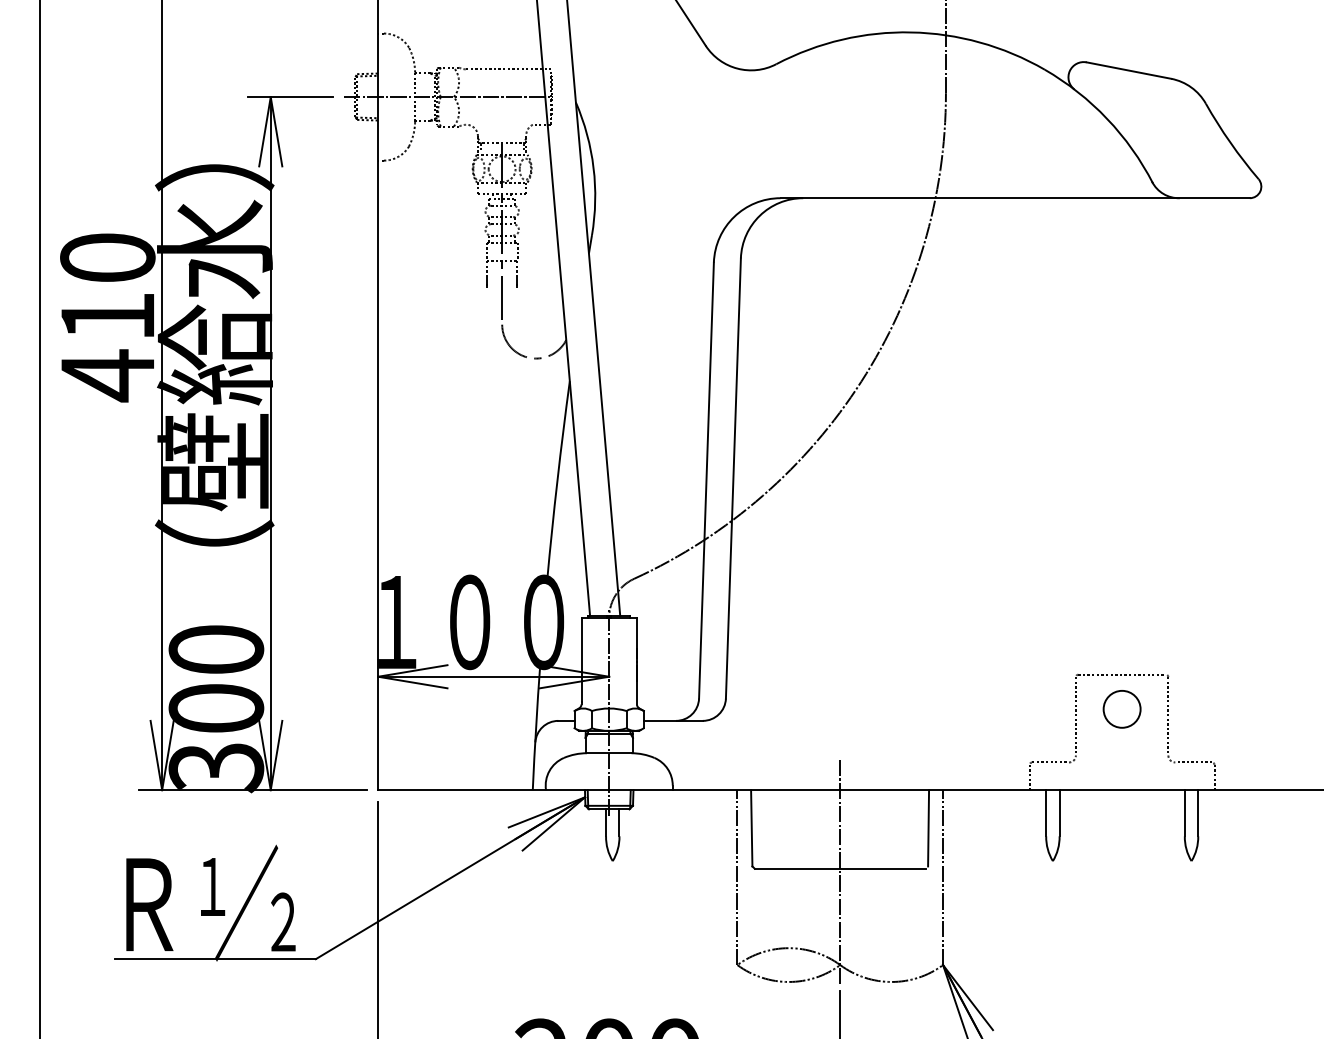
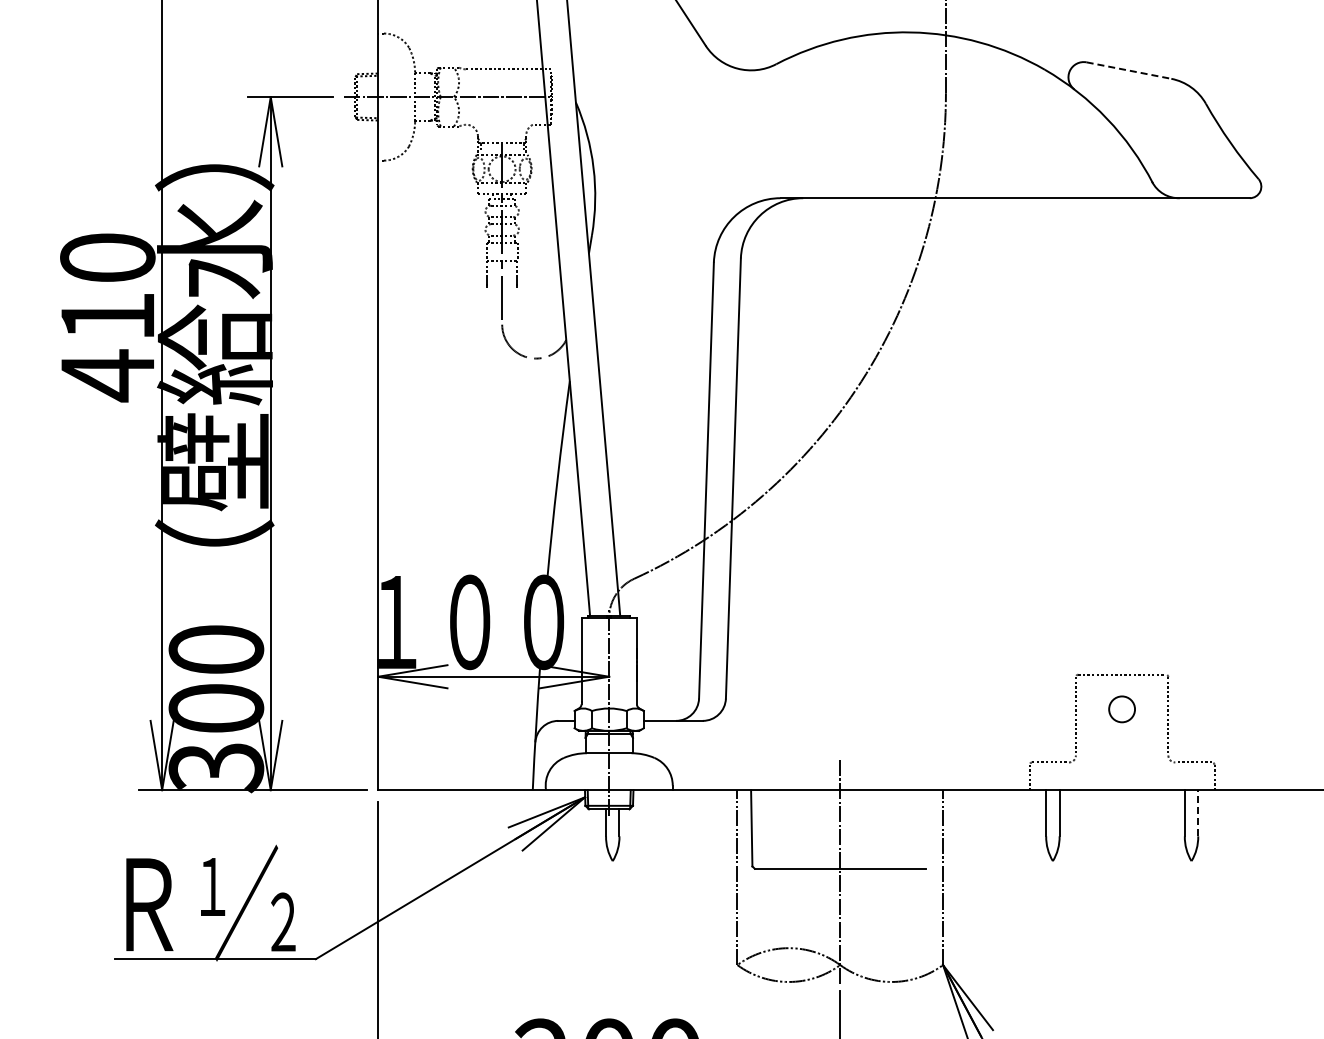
line at (1129, 70): solid -> dashed
line at (39, 518): present -> none
circle at (1121, 709) size: 40x39 px -> 28x29 px
line at (1198, 812): solid -> dashed
line at (928, 828): present -> none
